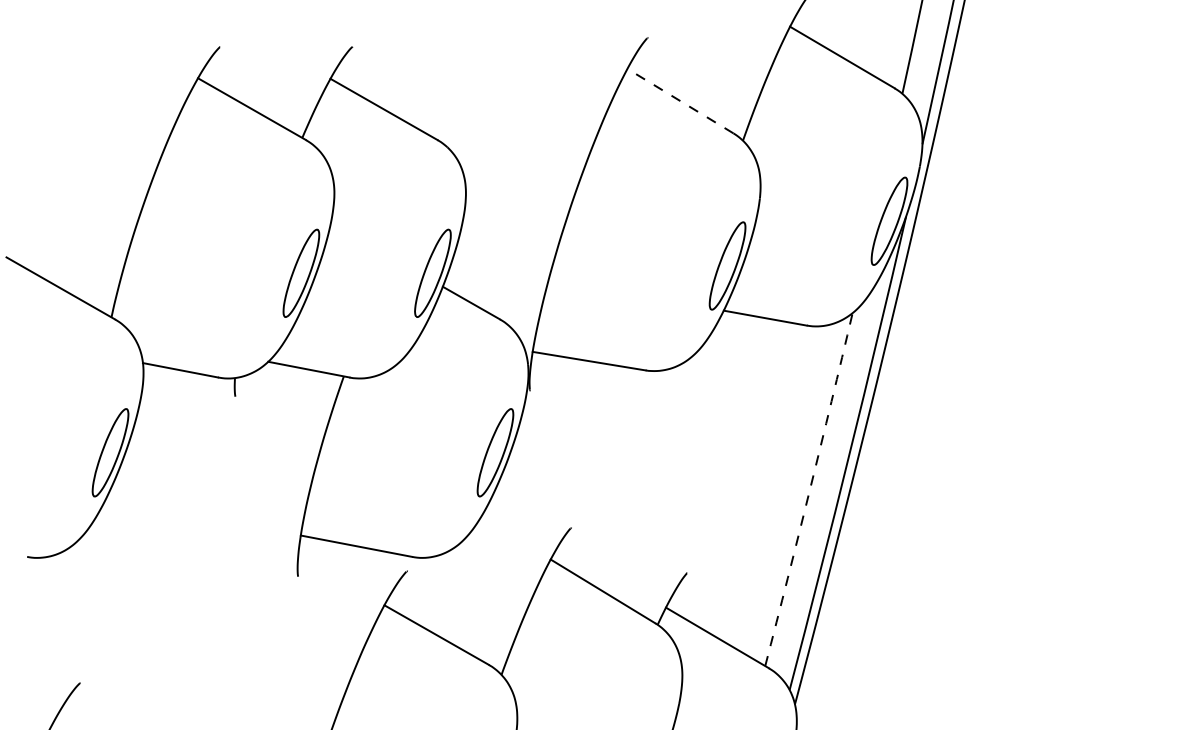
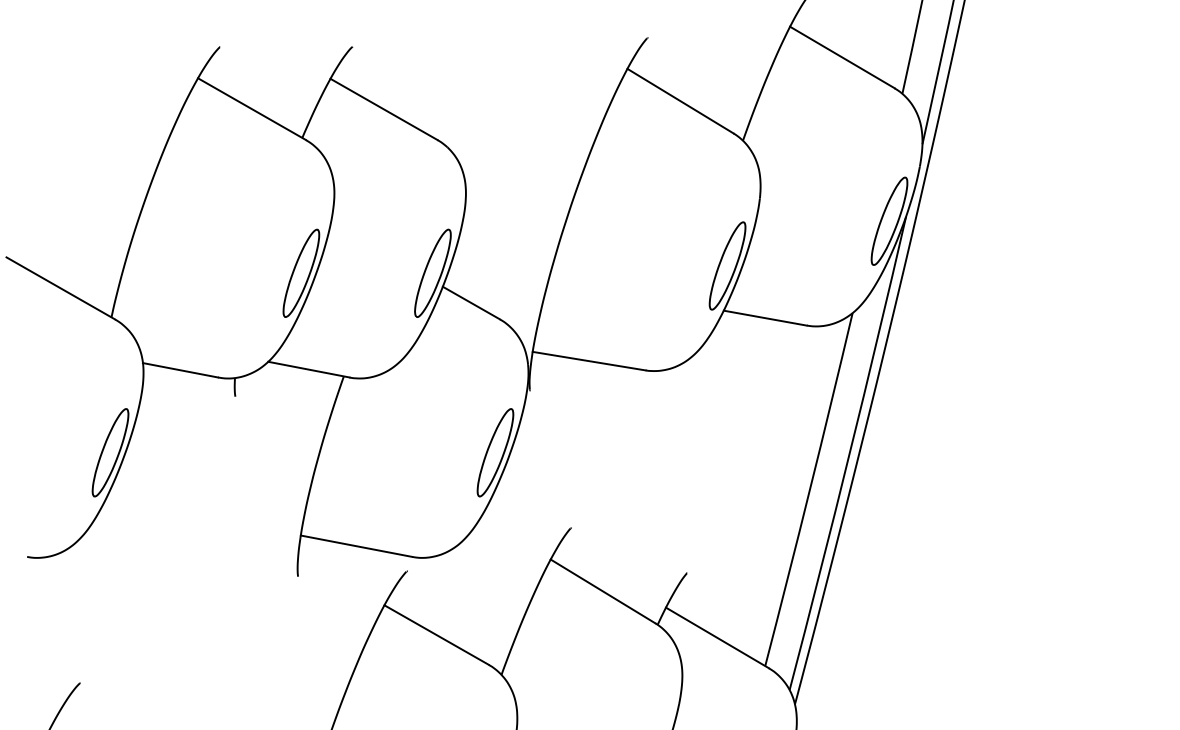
line at (680, 100): dashed -> solid
arc at (809, 489): dashed -> solid
